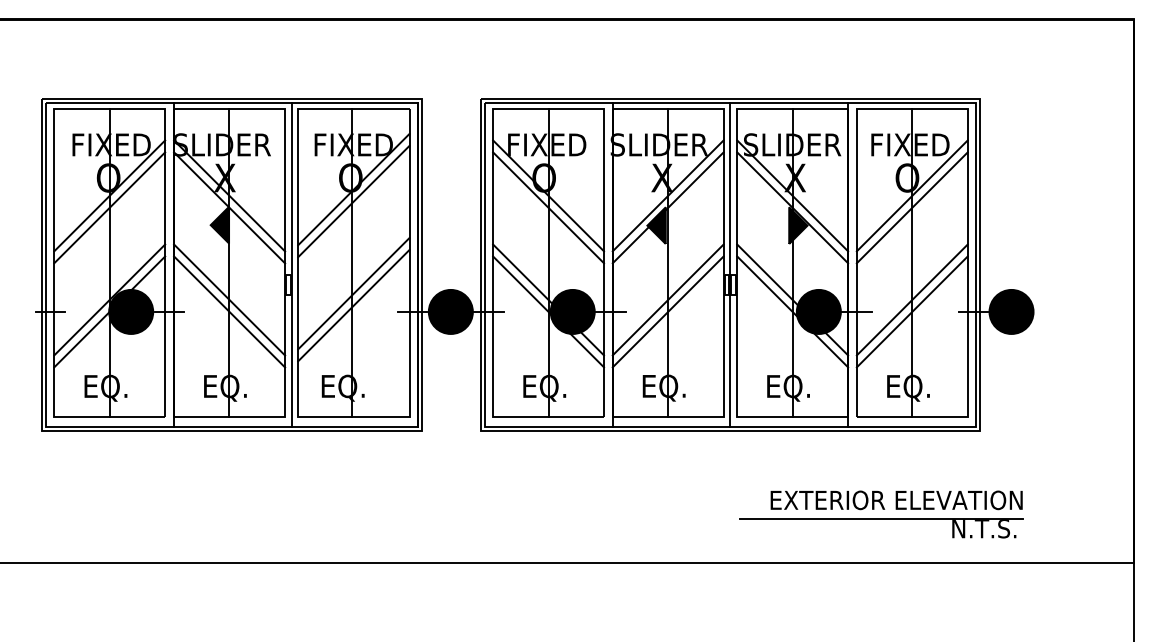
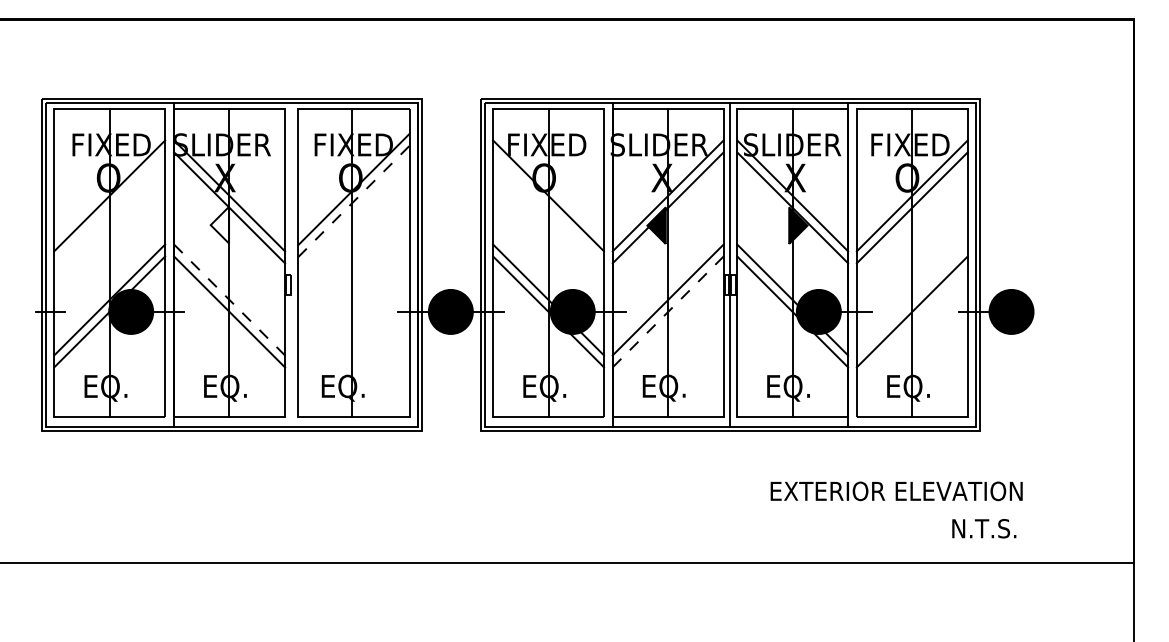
line at (353, 201): solid -> dashed
line at (109, 207): present -> none
line at (548, 207): present -> none
fill at (219, 224): present -> none
line at (291, 264): present -> none
line at (353, 293): present -> none
line at (911, 299): present -> none
line at (229, 300): solid -> dashed
line at (353, 305): present -> none
line at (668, 311): solid -> dashed
text at (896, 500) position: (896, 500) -> (896, 491)
line at (880, 518): present -> none
